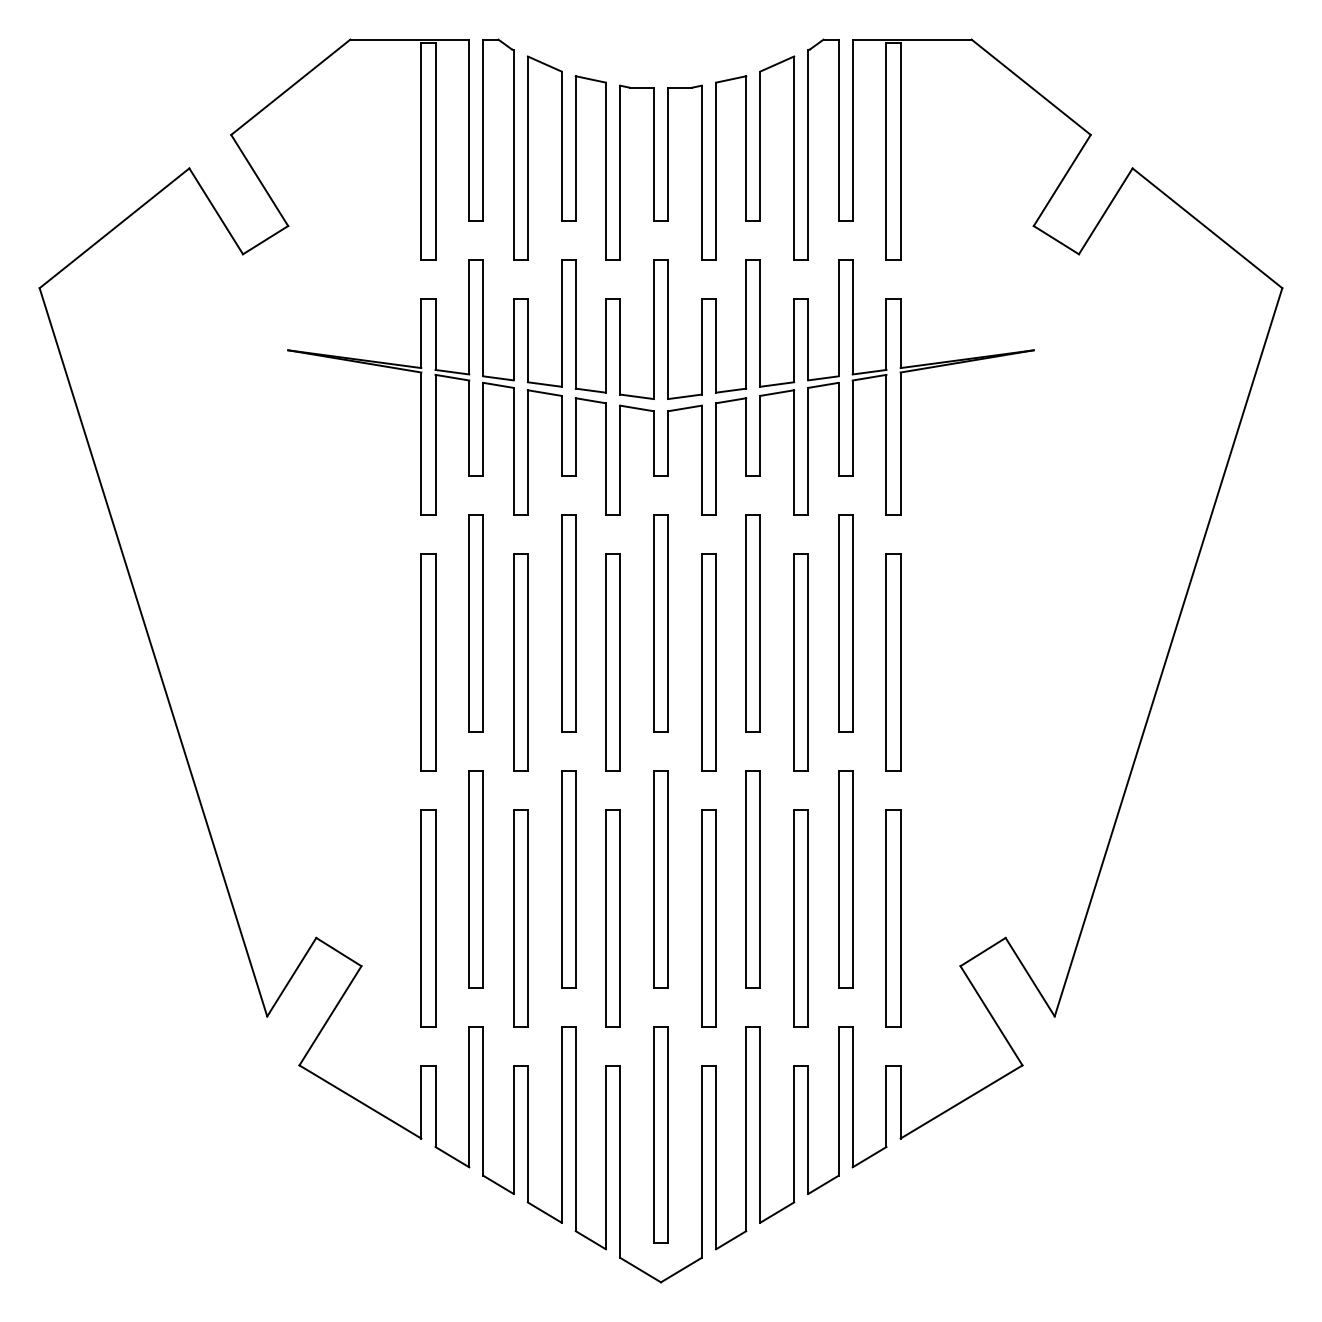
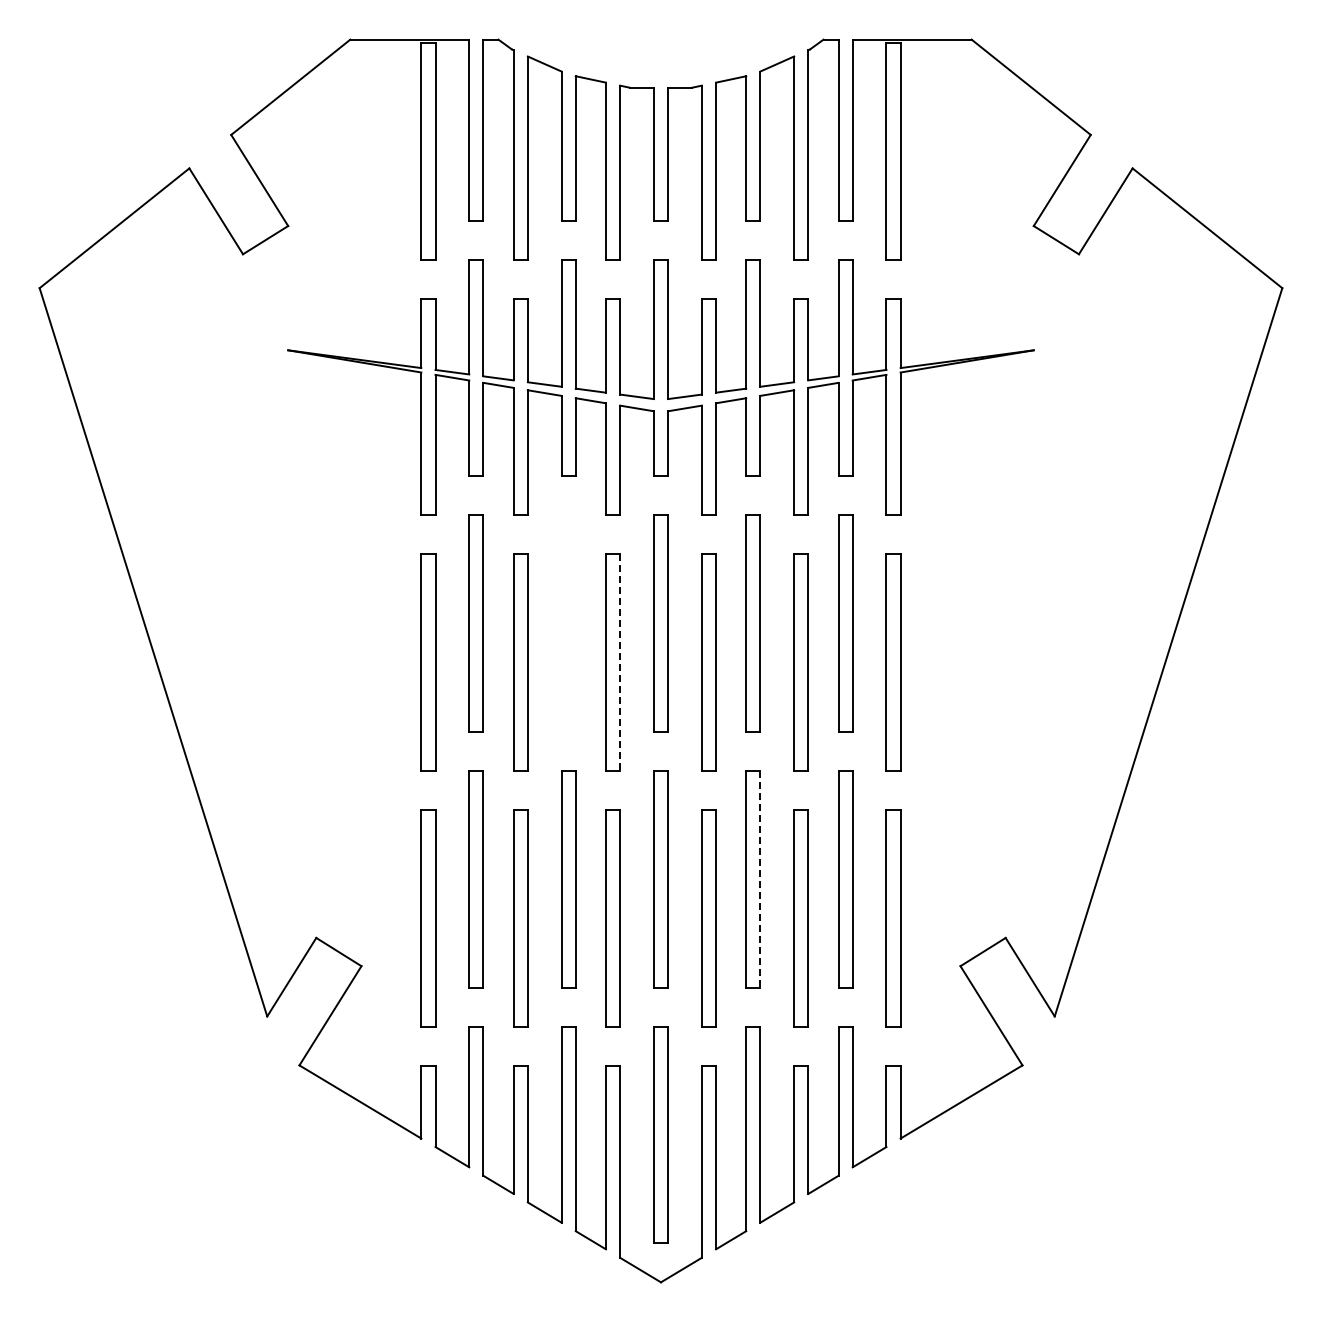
part at (568, 623): present -> none
line at (620, 663): solid -> dashed
line at (760, 879): solid -> dashed
